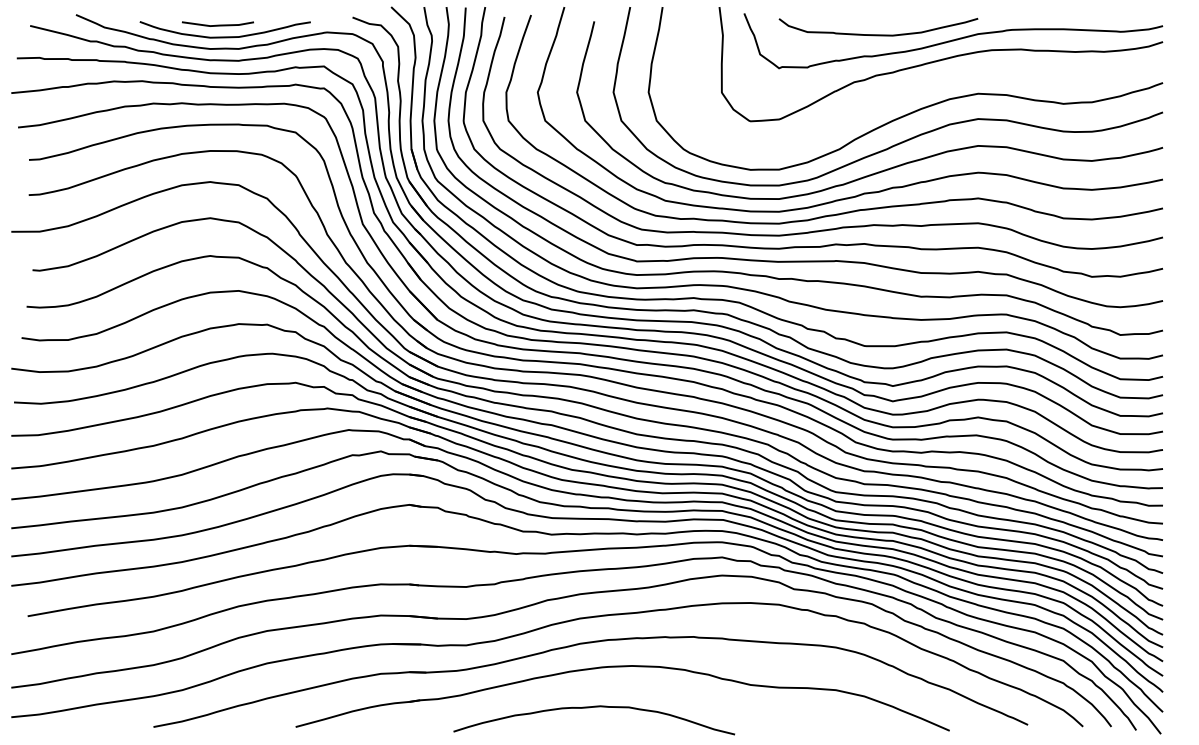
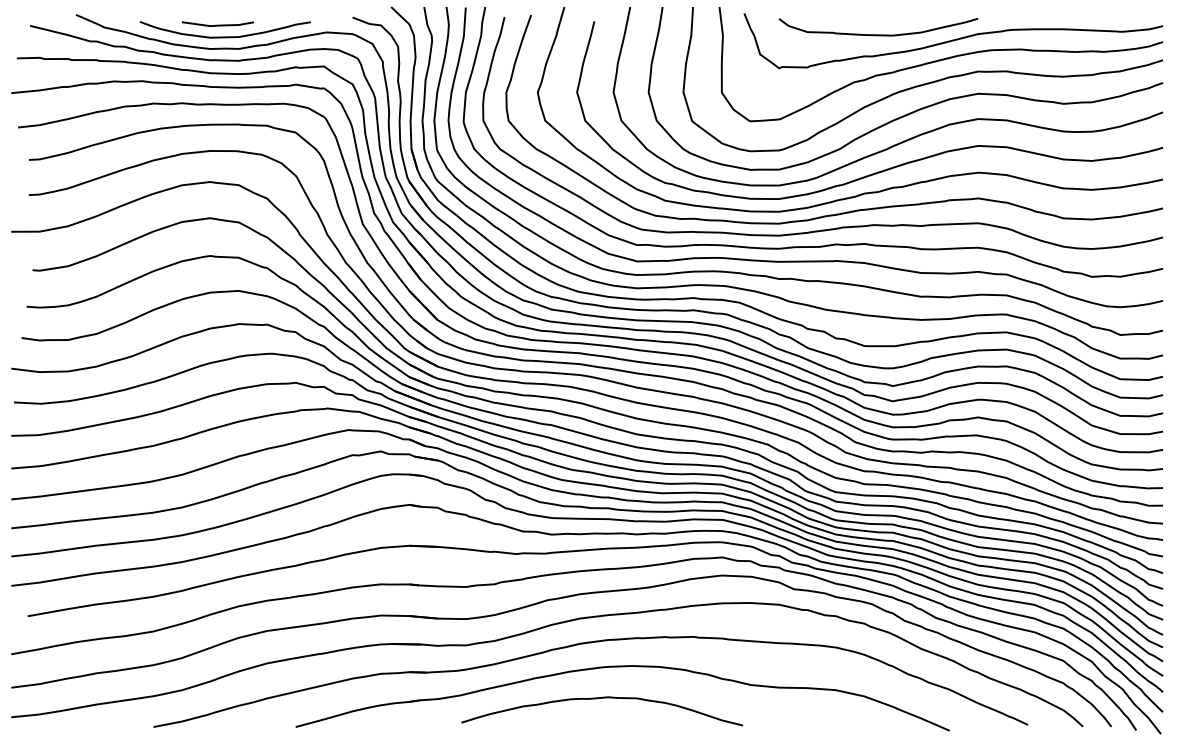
curve at (923, 83): none -> present
curve at (594, 707) position: (594, 707) -> (602, 698)
